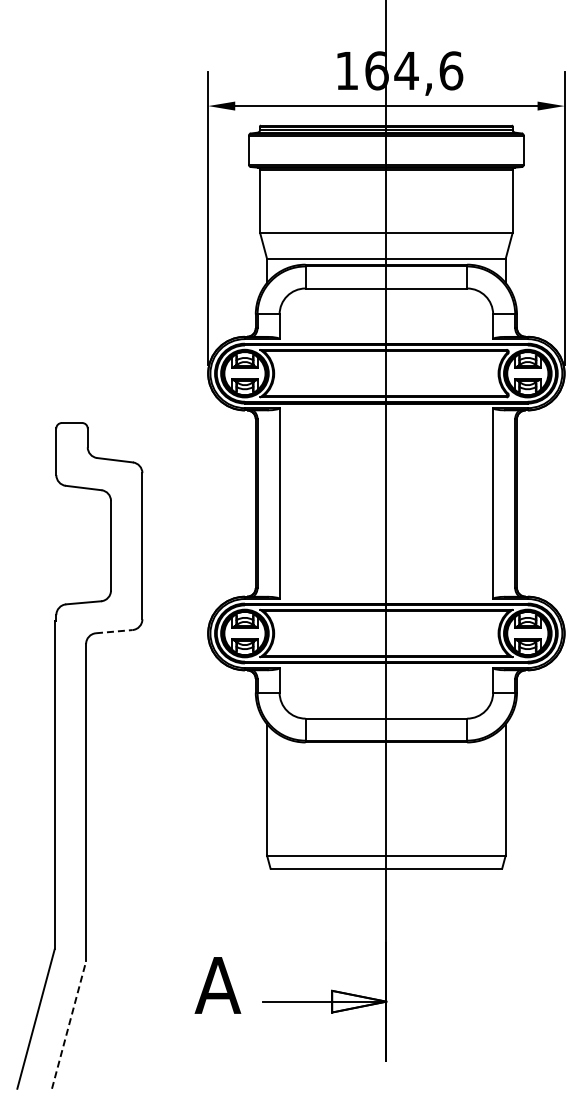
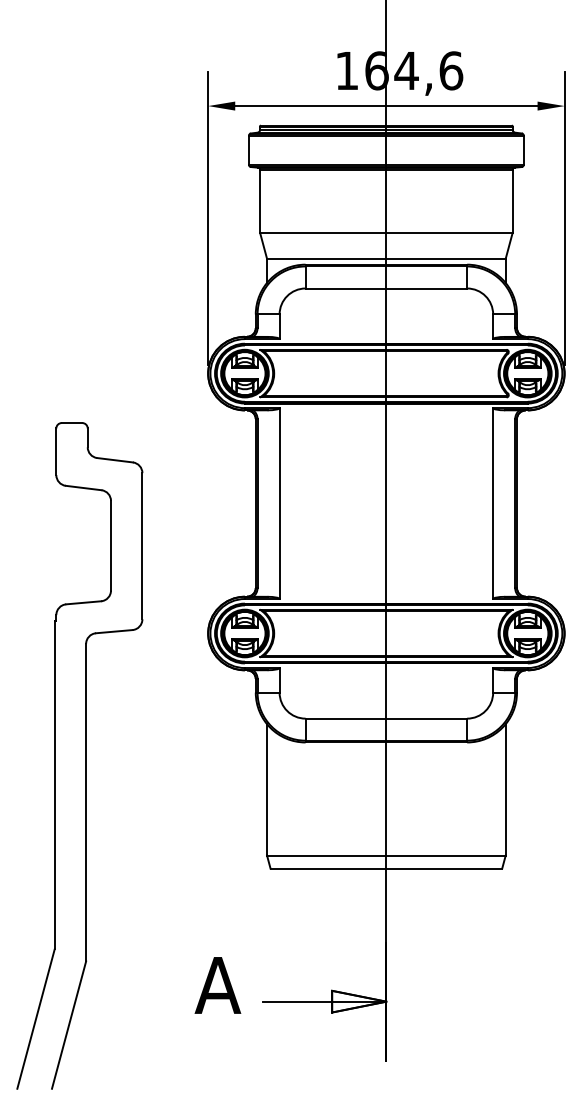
line at (114, 631): dashed -> solid
line at (69, 1025): dashed -> solid
